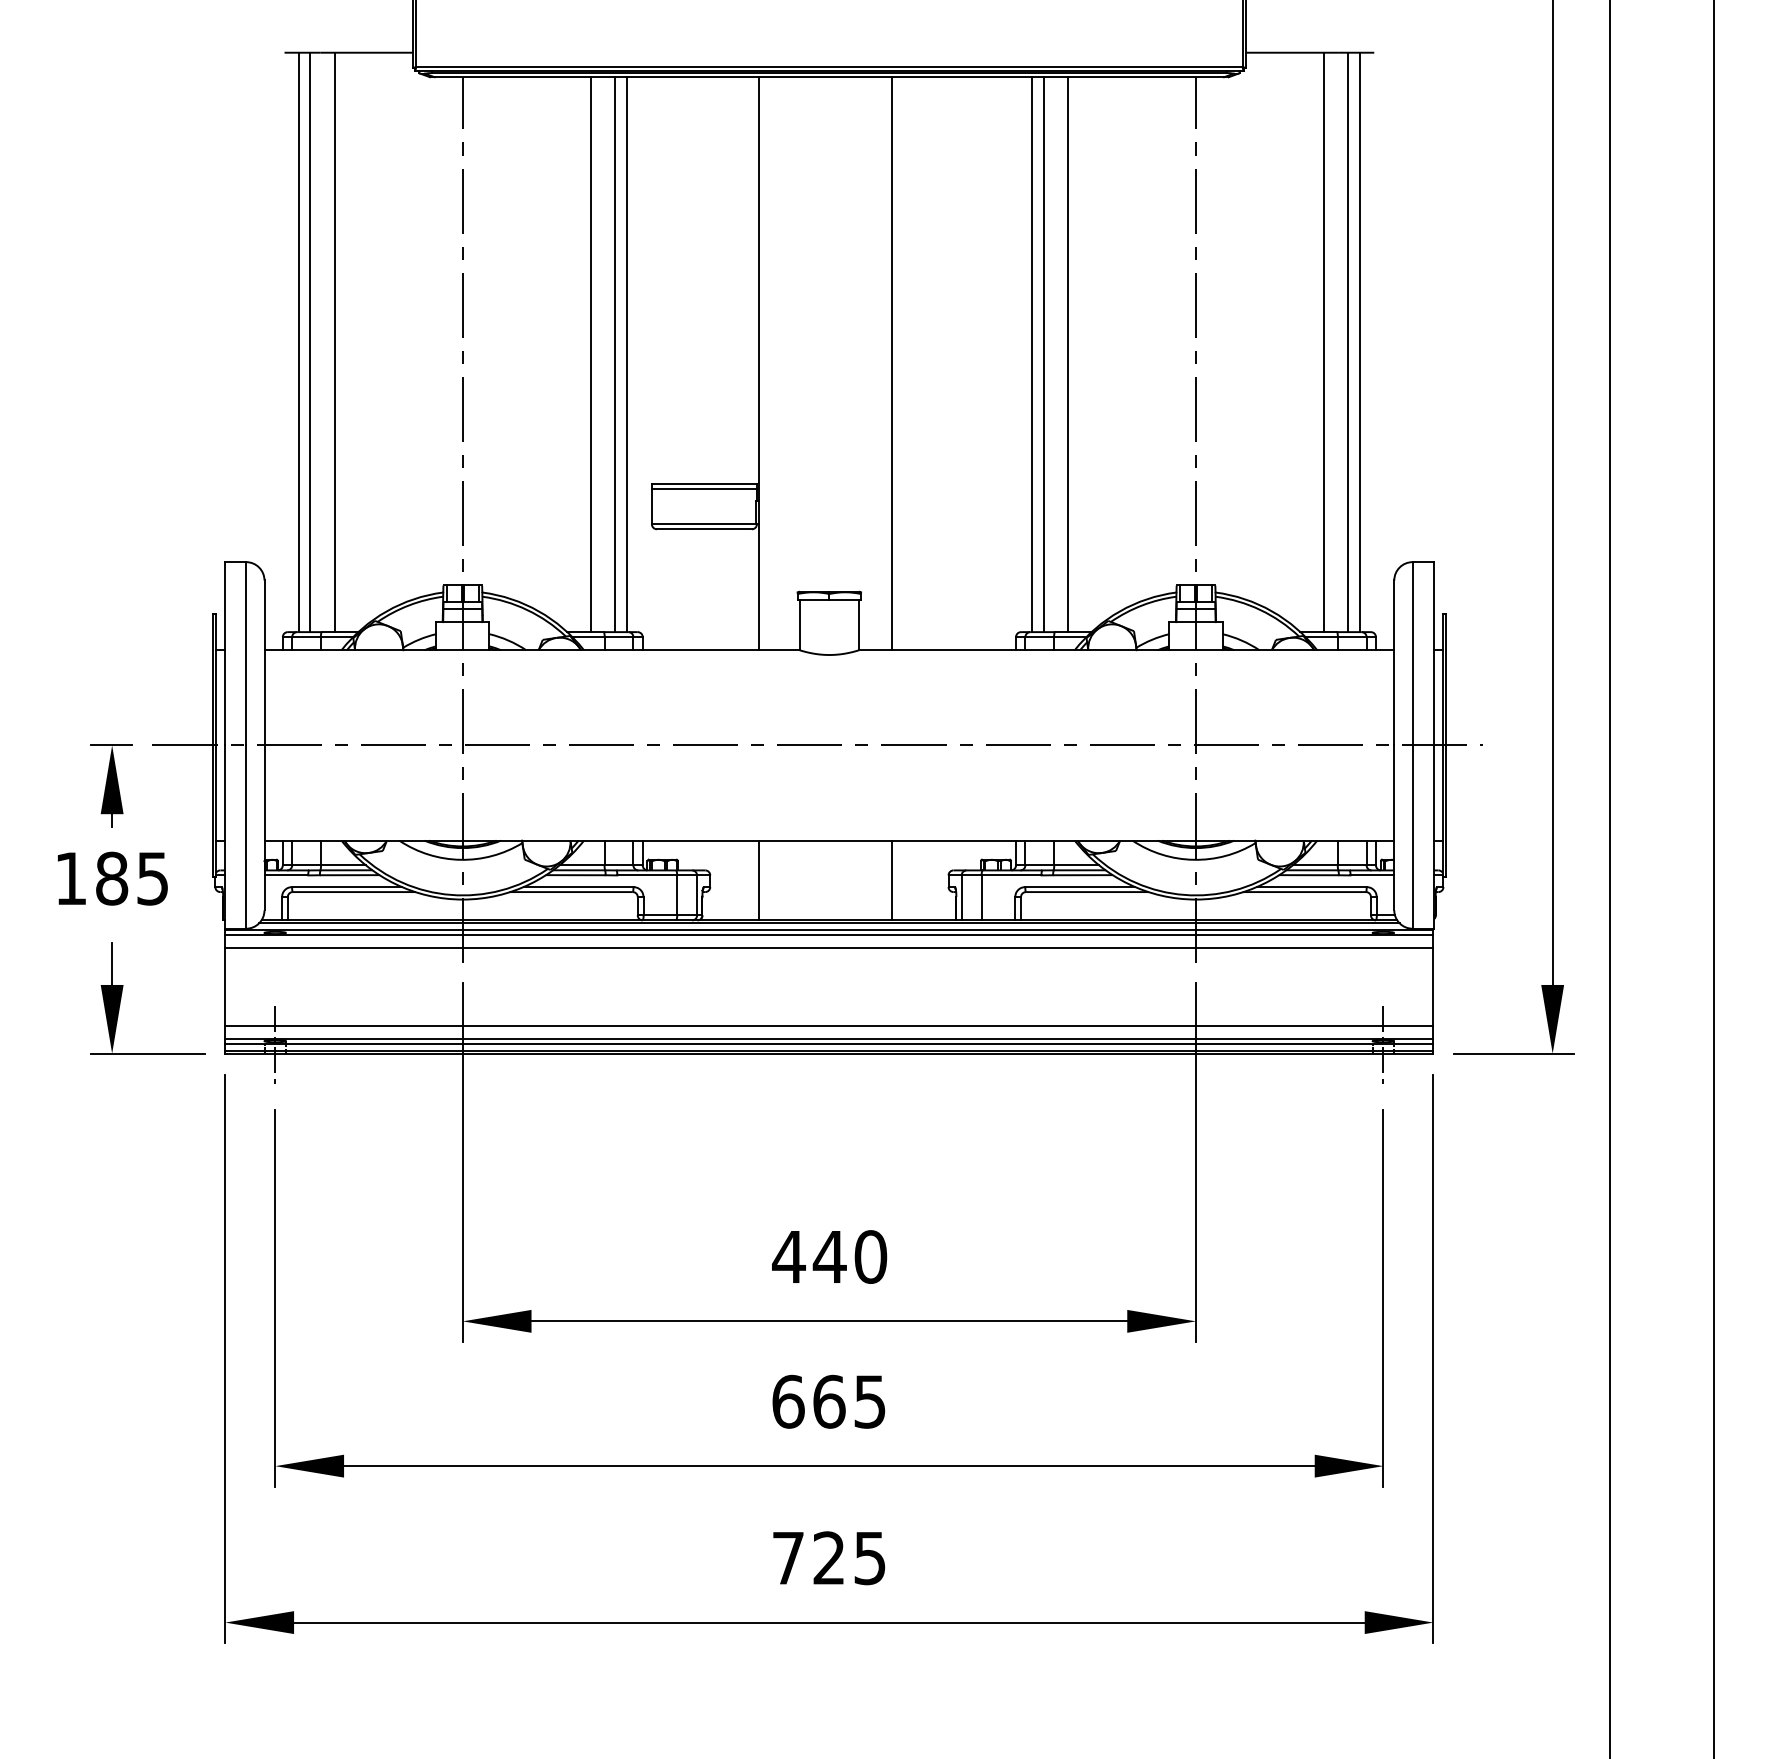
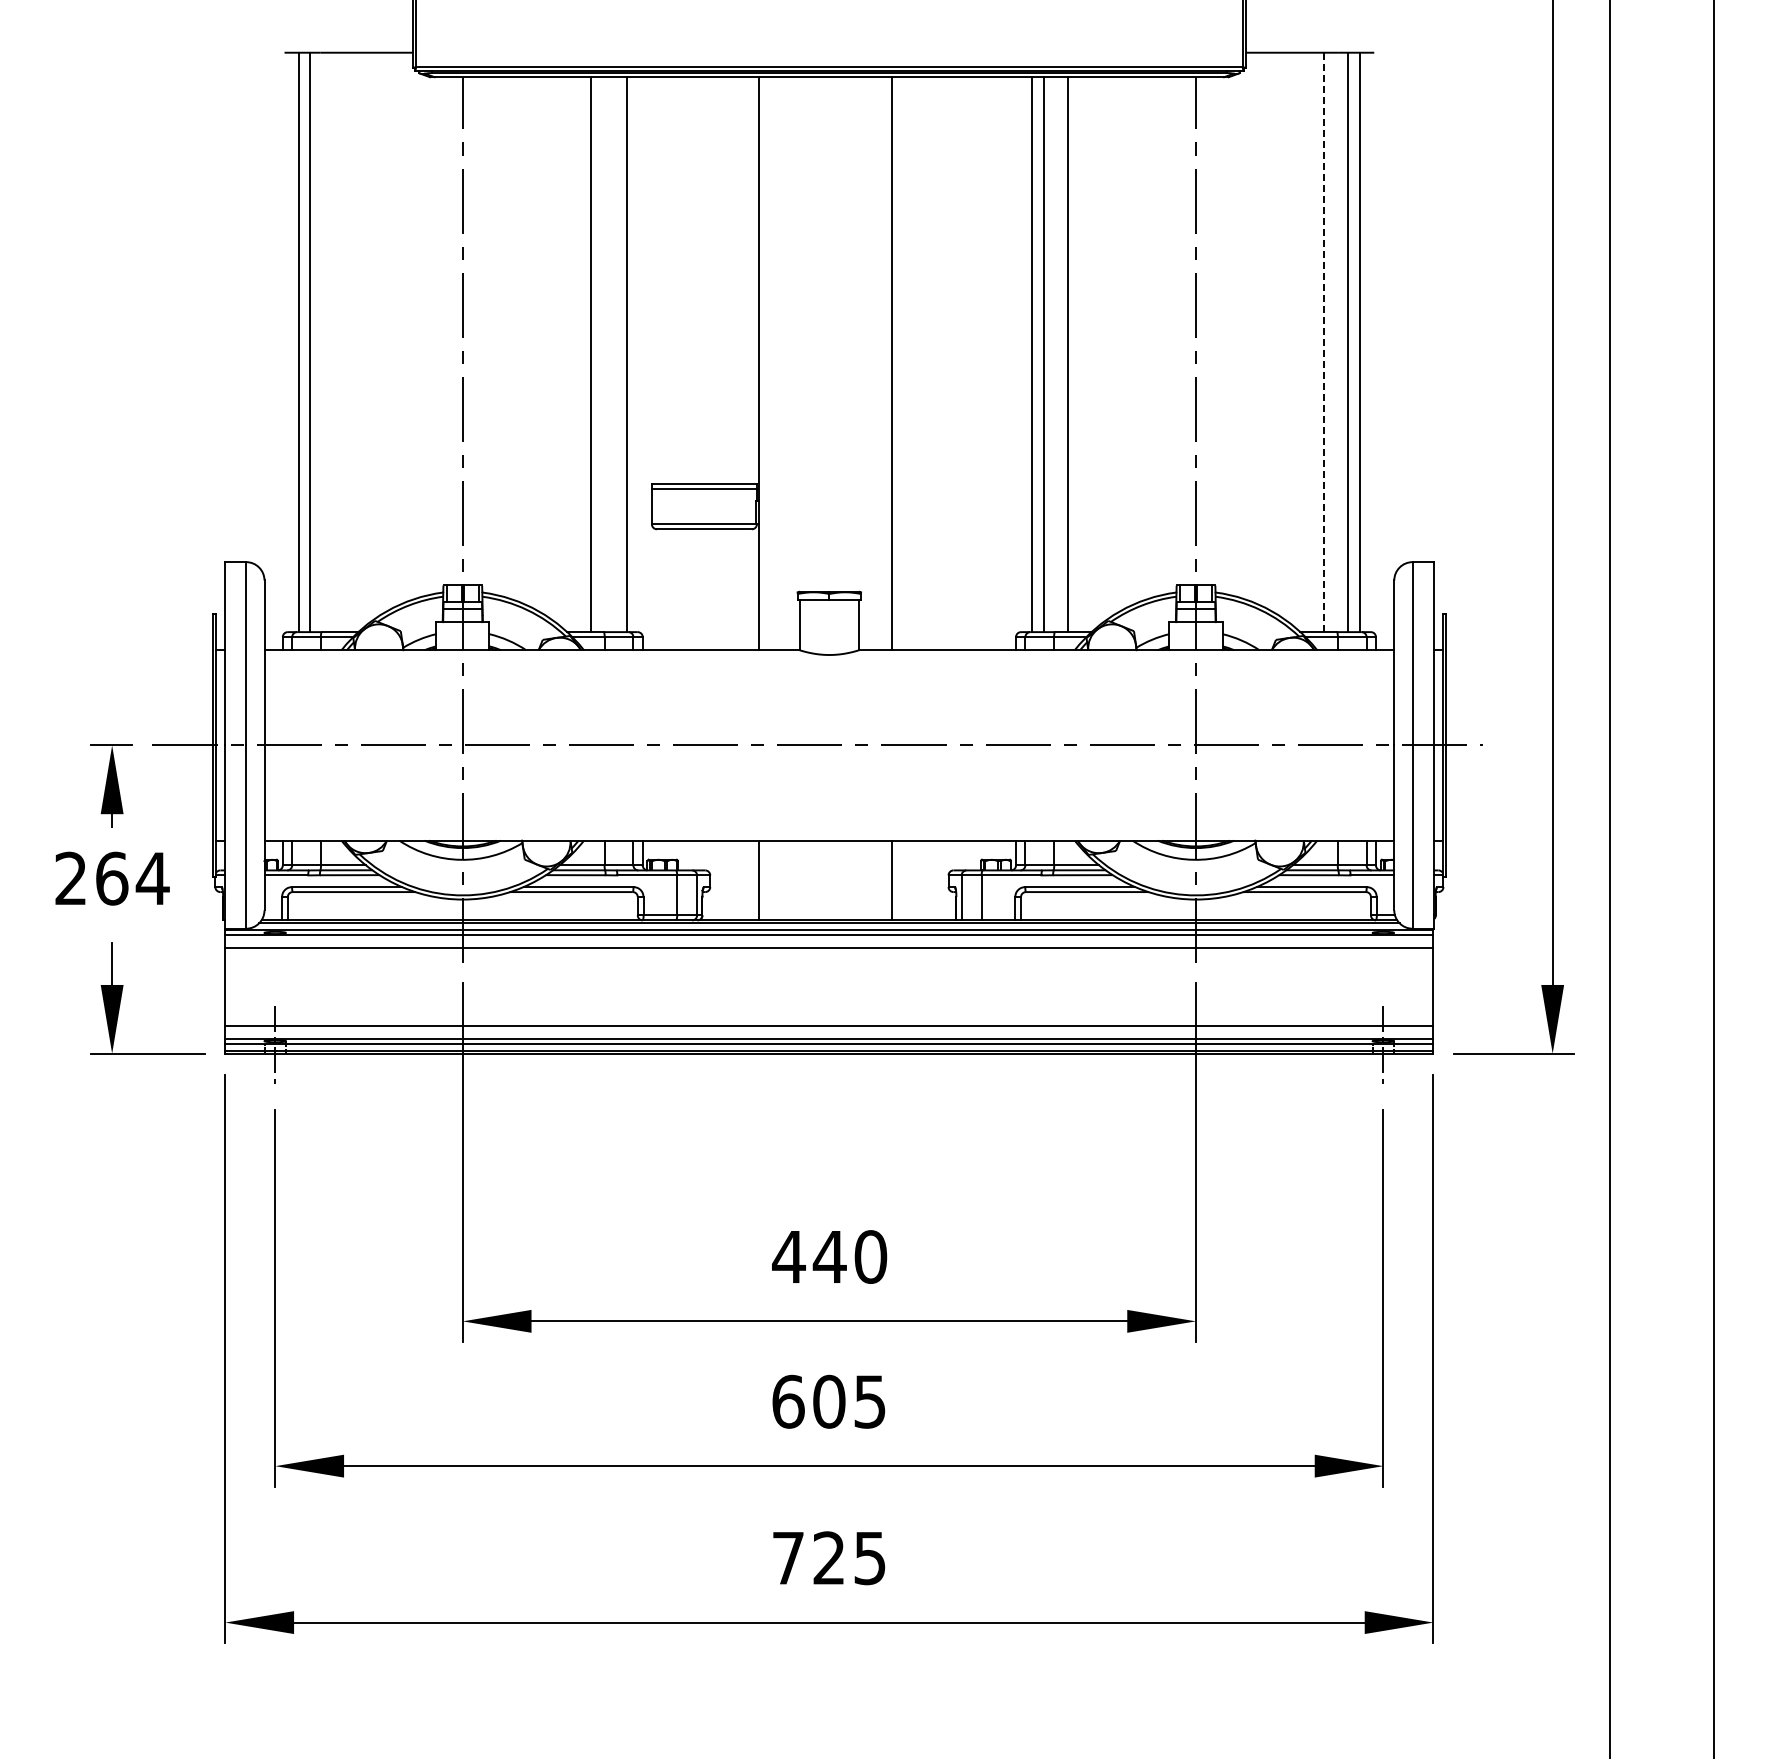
line at (334, 342): present -> none
line at (1324, 342): solid -> dashed
line at (615, 354): present -> none
text at (112, 878): 185 -> 264
text at (829, 1401): 665 -> 605
